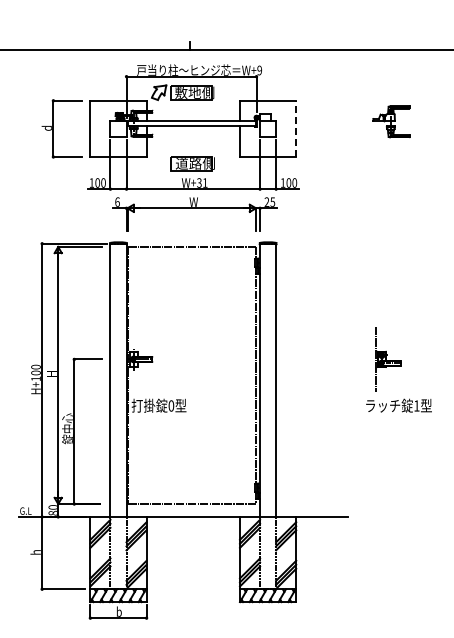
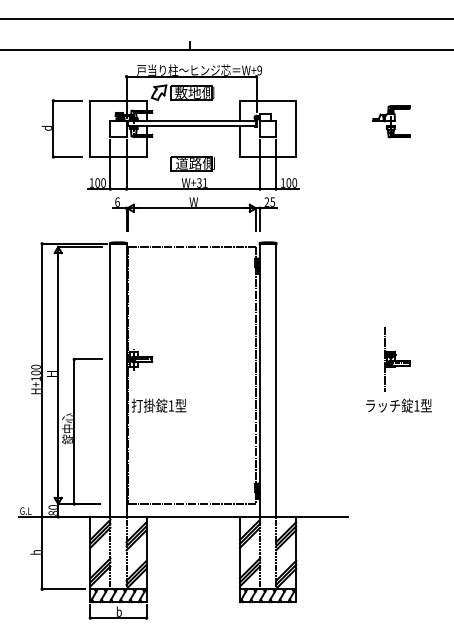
line at (226, 19): none -> present
line at (296, 128): dashed -> solid
part at (388, 359) position: (388, 359) -> (397, 359)
text at (171, 405): 0 -> 1
